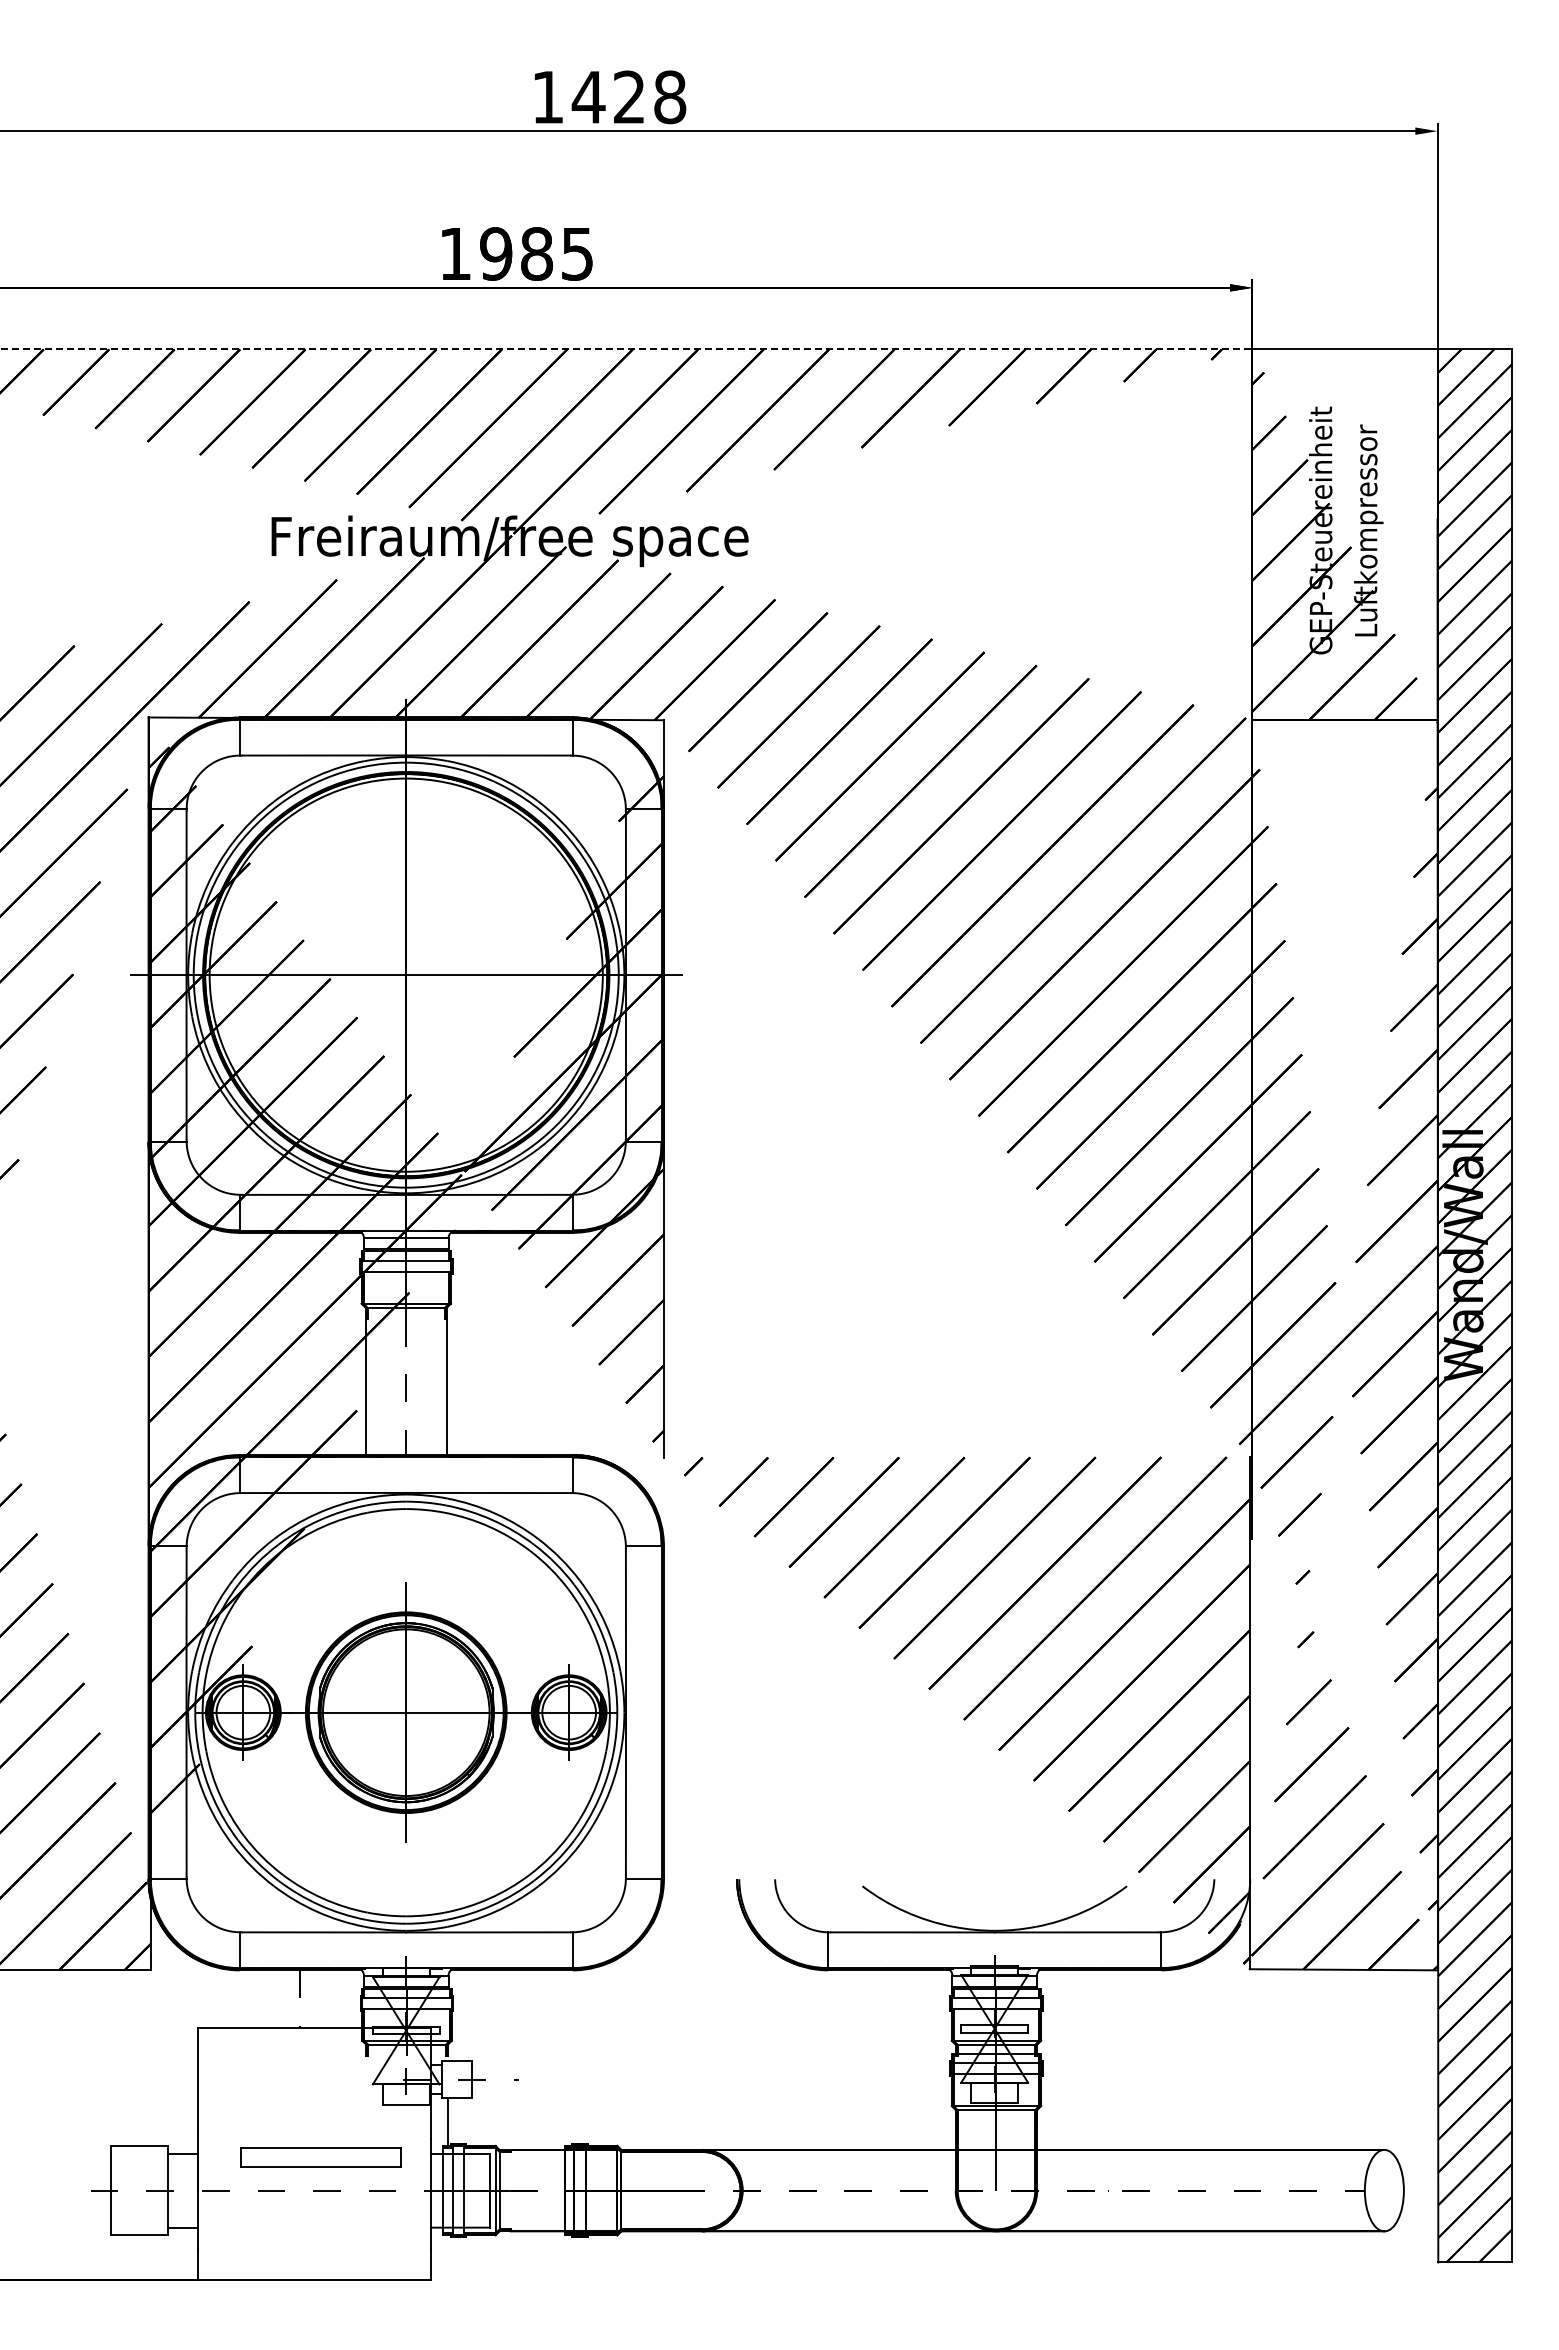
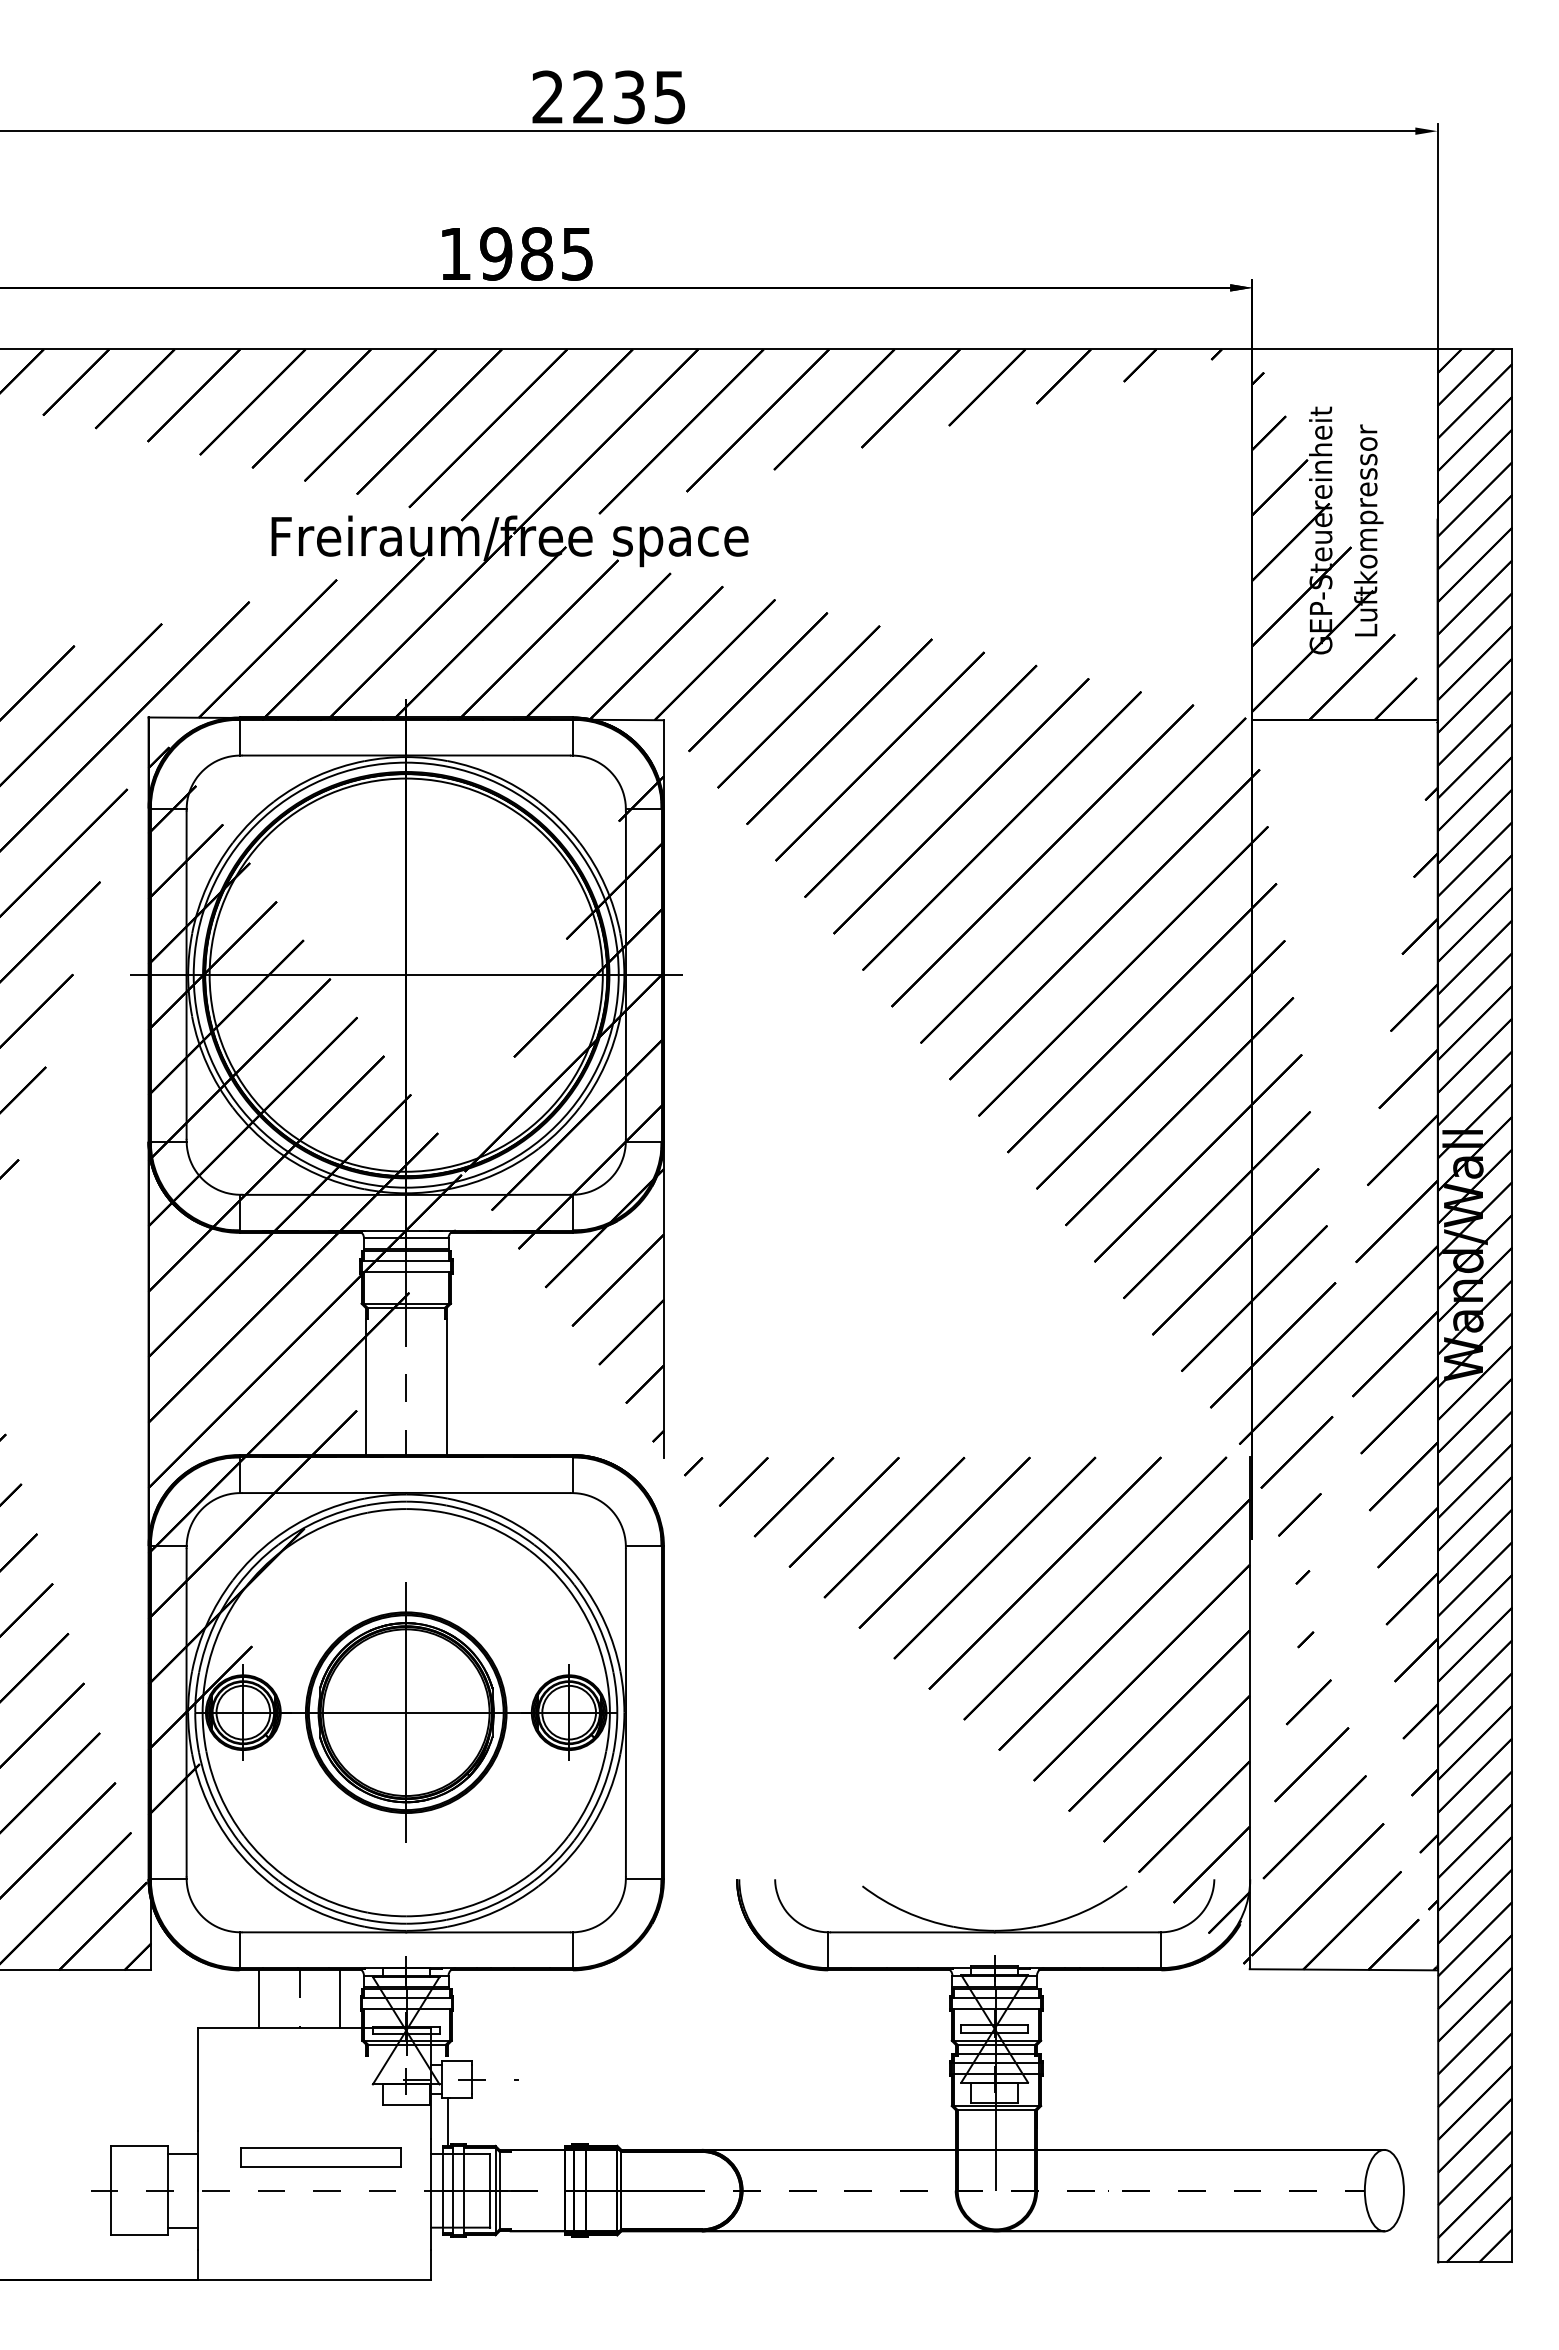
text at (609, 97): 1428 -> 2235
line at (626, 349): dashed -> solid
line at (258, 1998): none -> present
line at (340, 1998): none -> present
